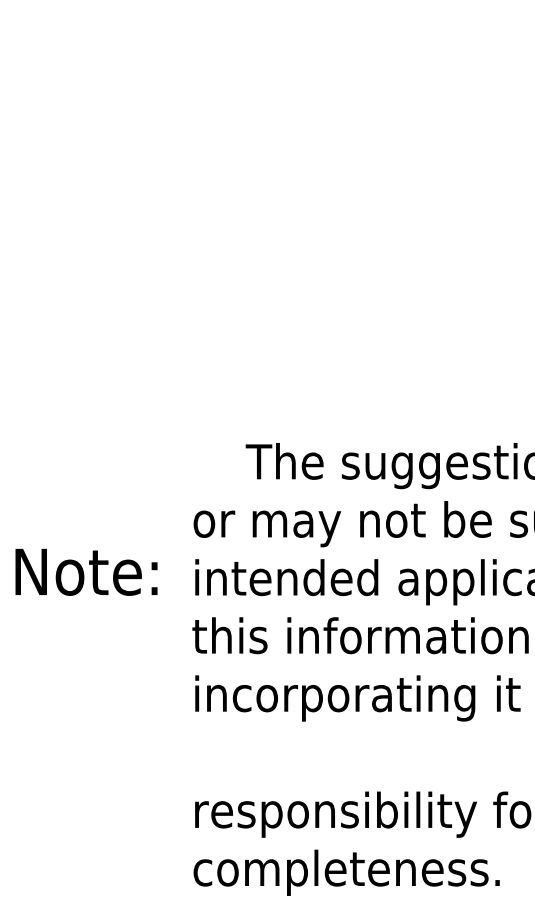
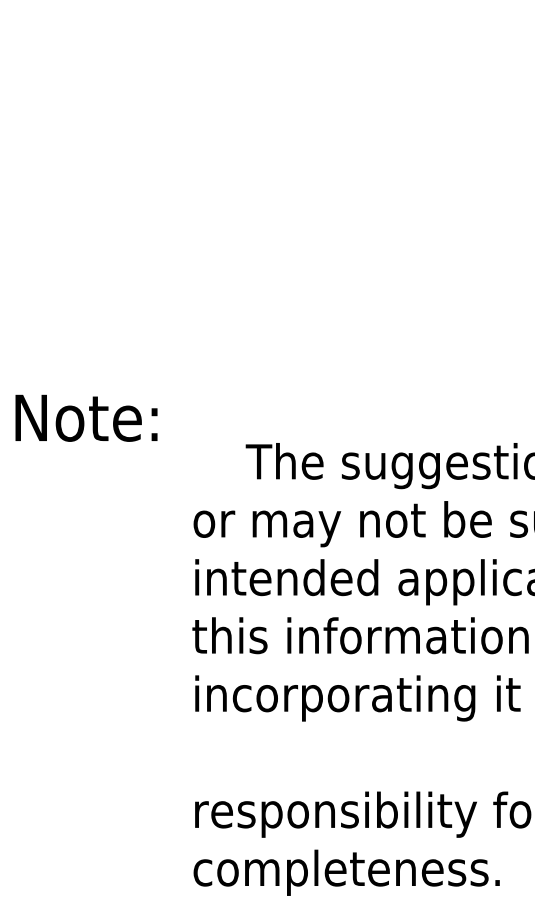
text at (86, 571) position: (86, 571) -> (86, 417)
